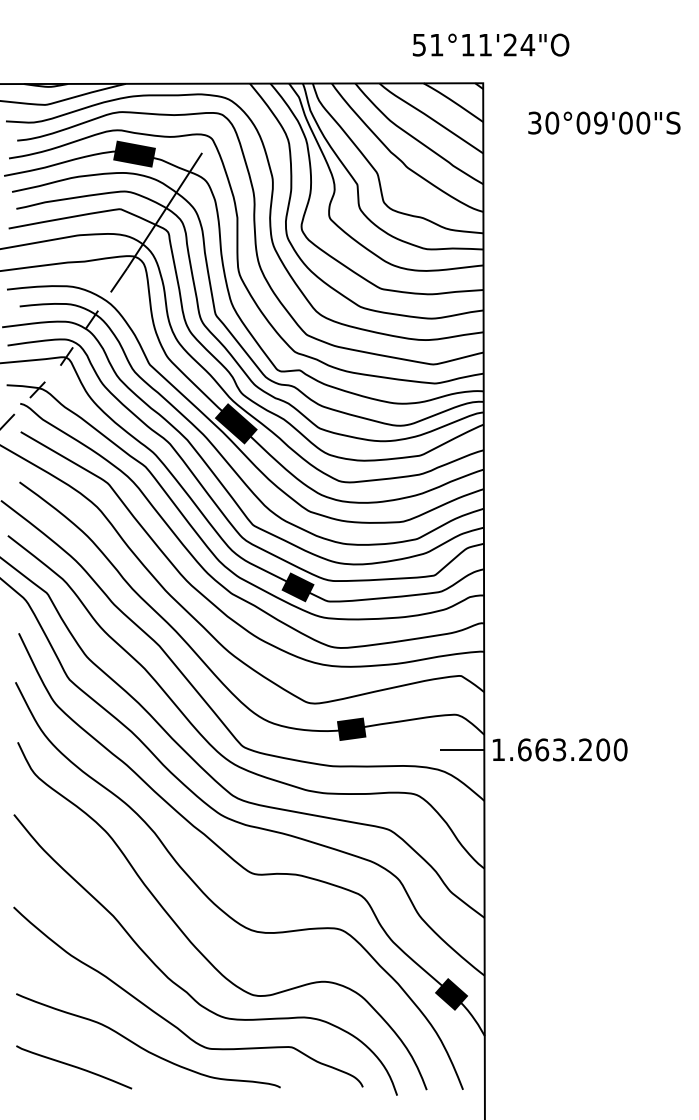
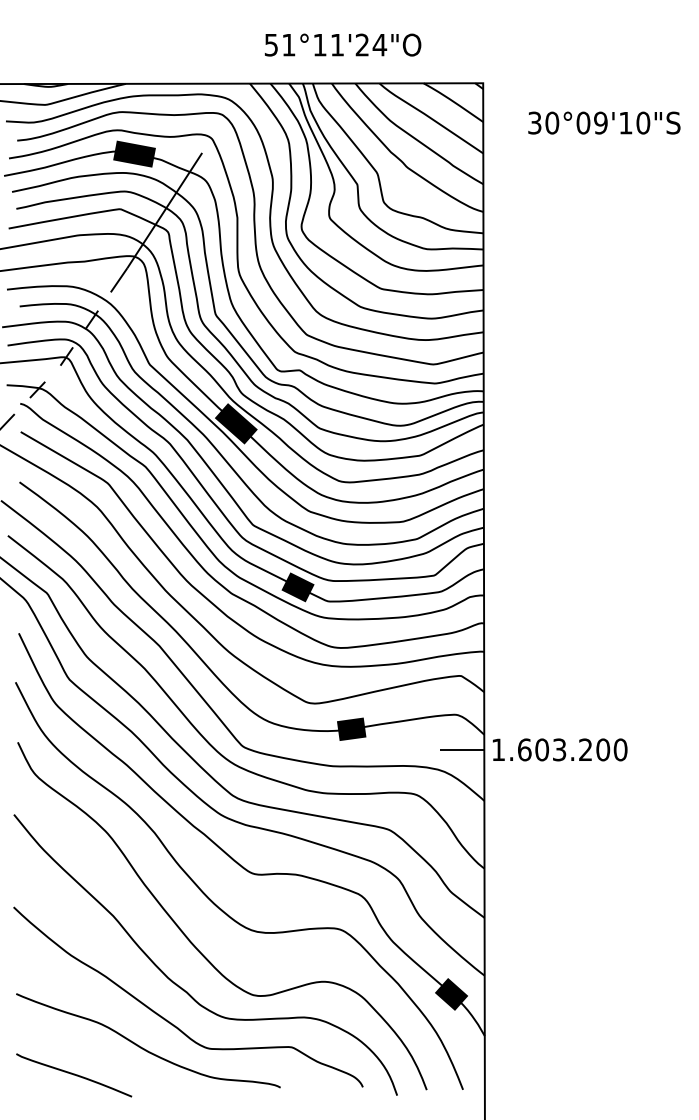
text at (490, 44) position: (490, 44) -> (342, 44)
text at (625, 122): 30°09'00"S -> 30°09'10"S
text at (542, 749): 1.663.200 -> 1.603.200
curve at (74, 1067) position: (74, 1067) -> (74, 1075)
